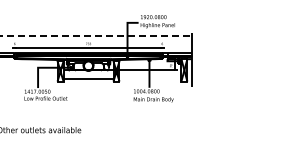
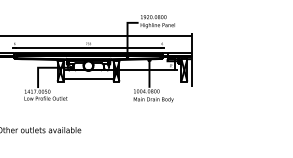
line at (96, 36): dashed -> solid
